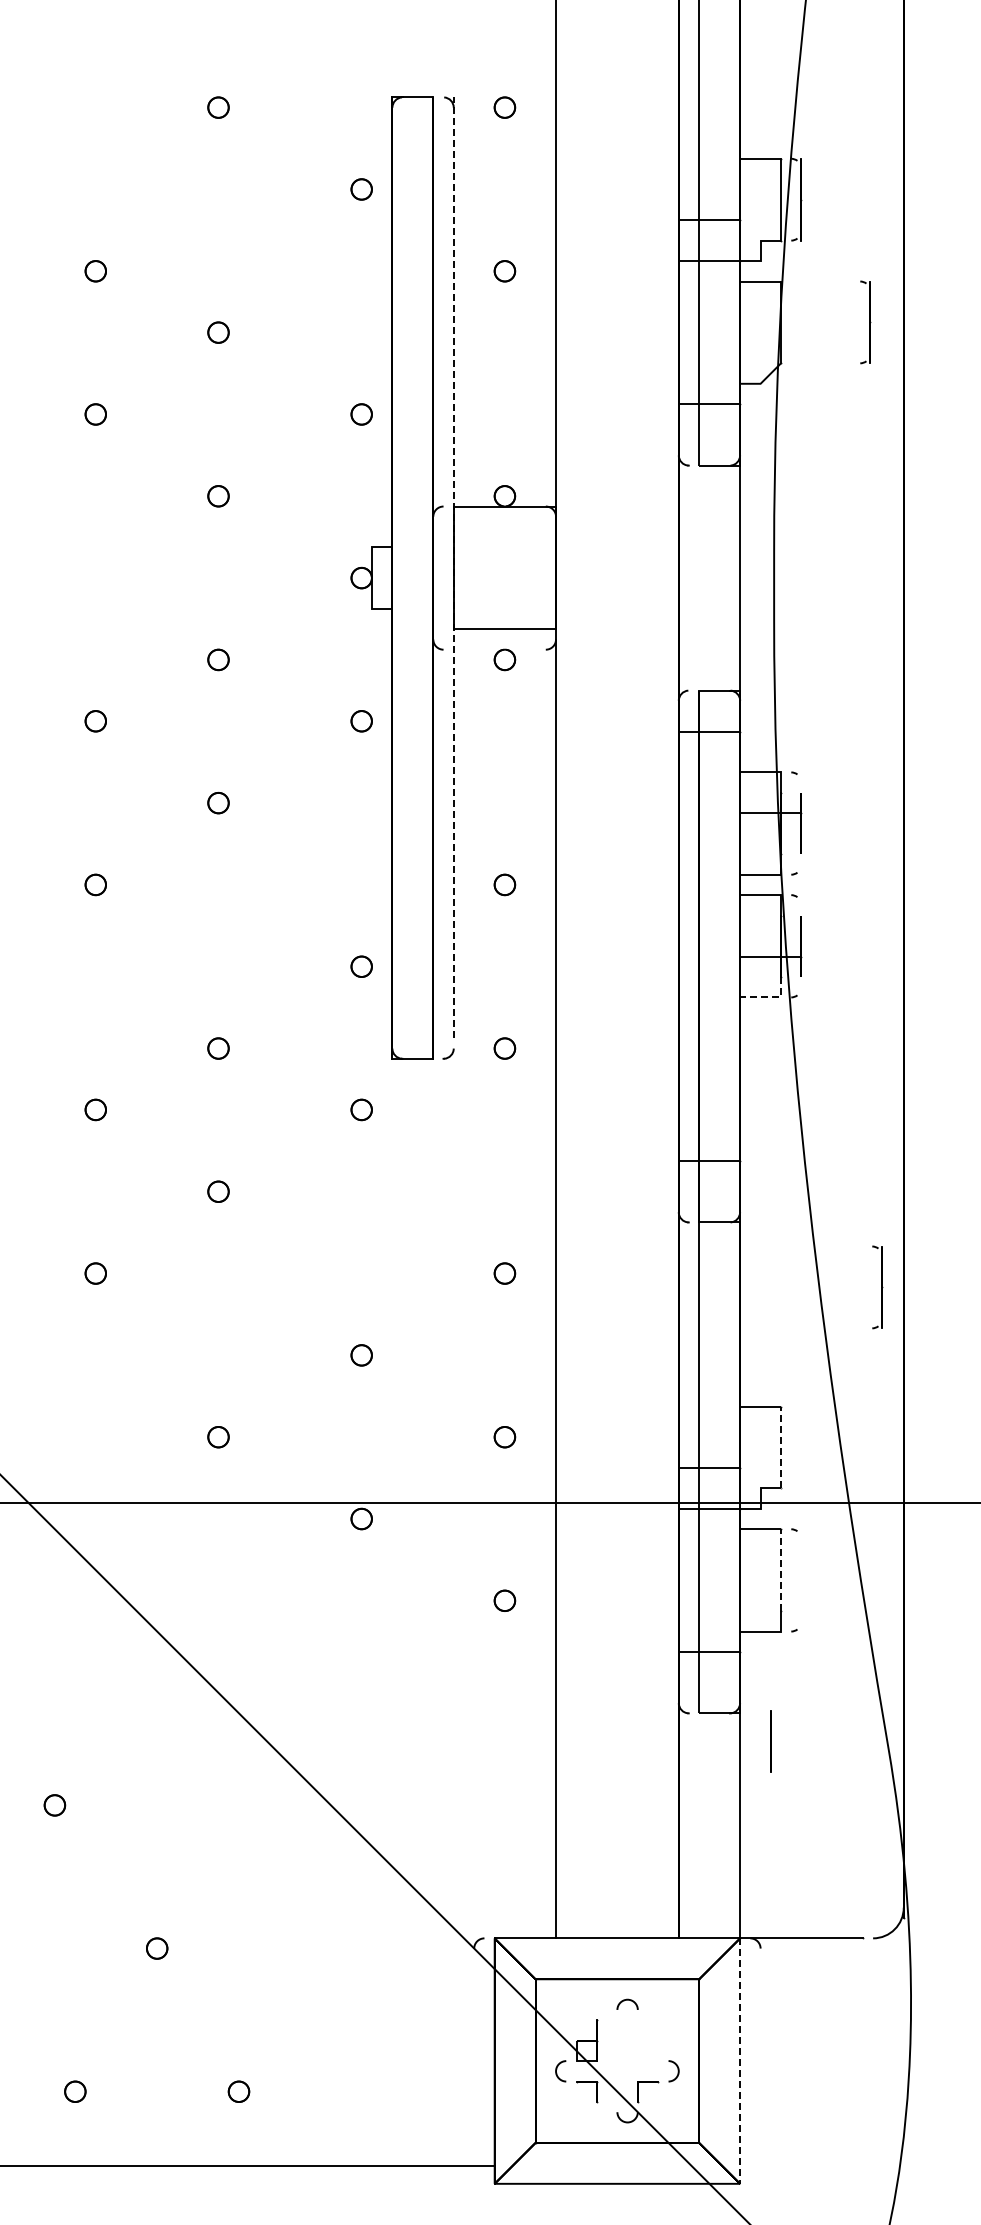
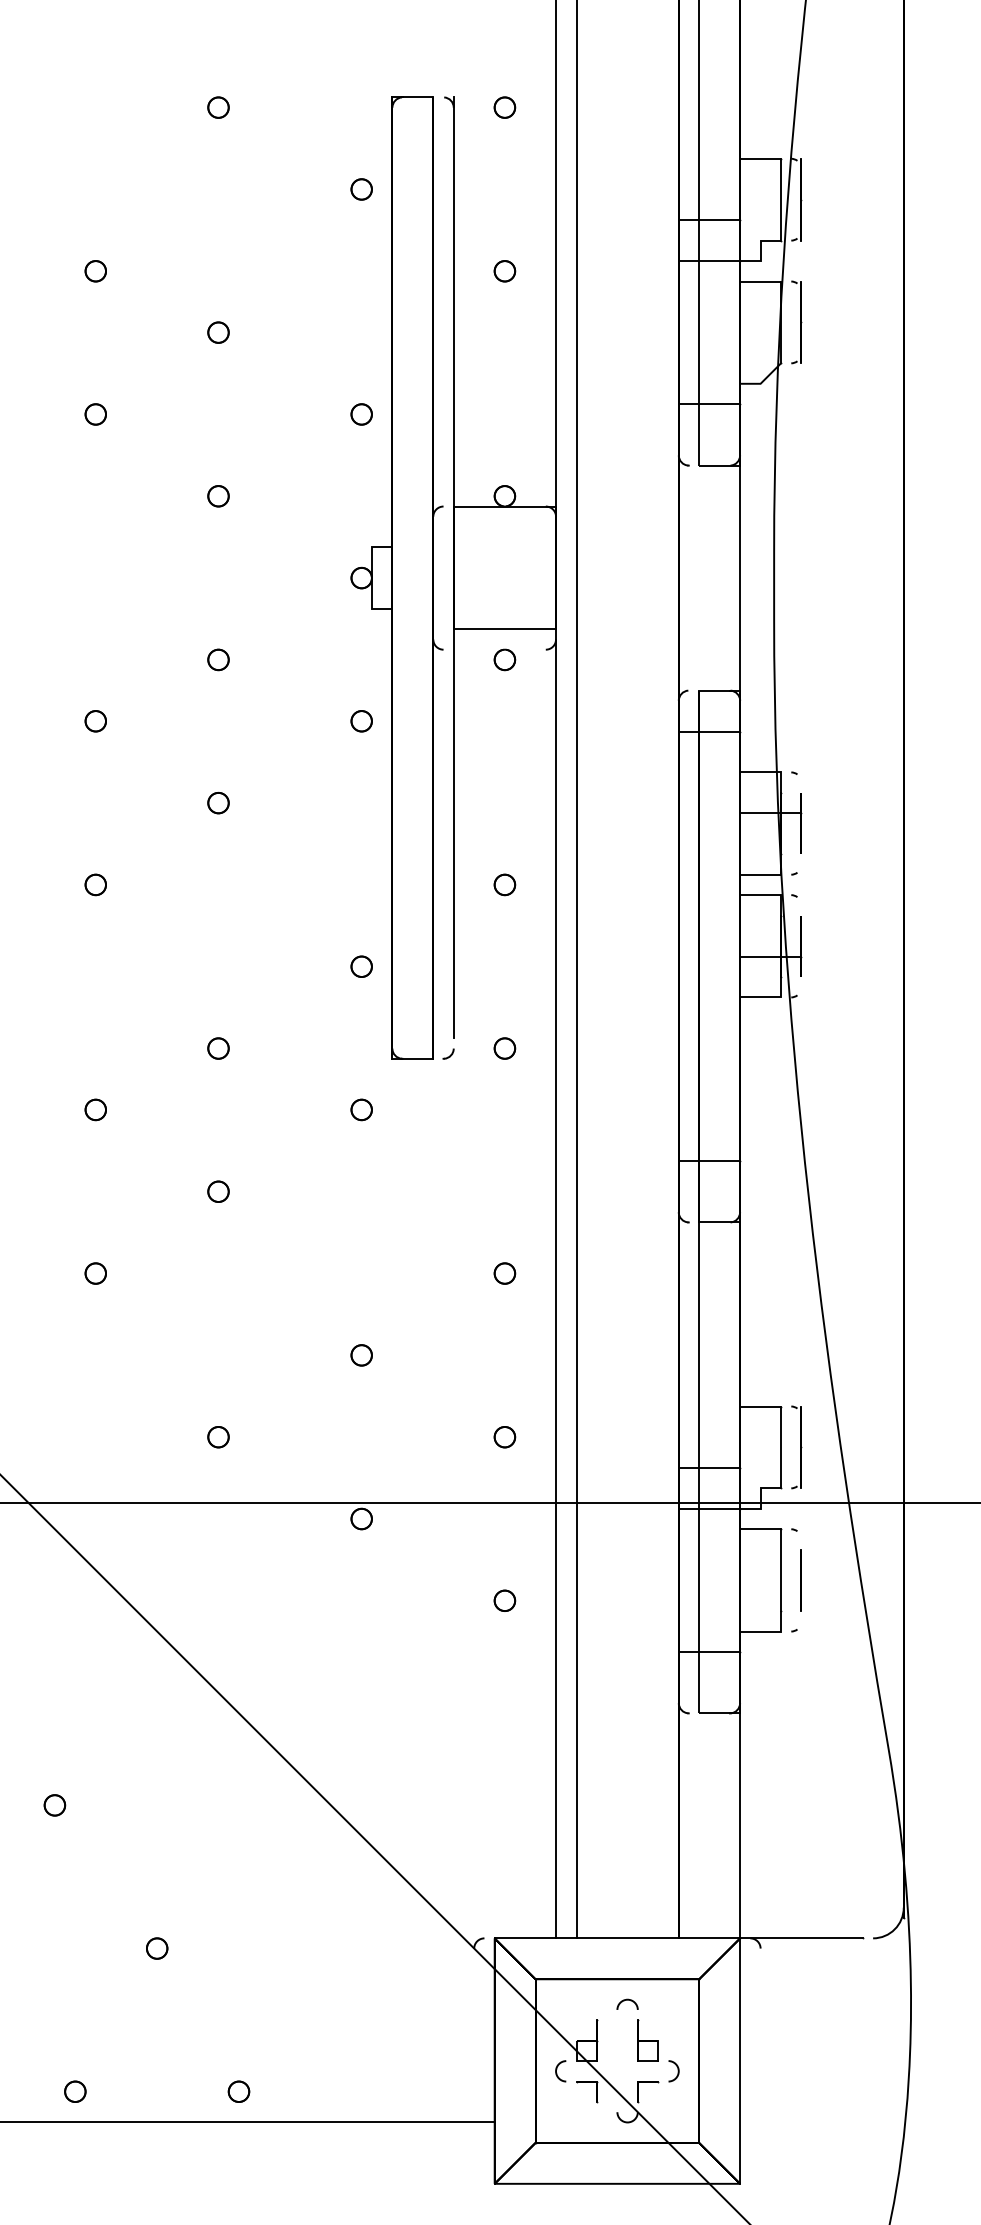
part at (865, 322) position: (865, 322) -> (796, 322)
line at (453, 567): dashed -> solid
line at (576, 970): none -> present
line at (770, 997): dashed -> solid
part at (877, 1287) position: (877, 1287) -> (796, 1447)
line at (781, 1447): dashed -> solid
line at (781, 1570): dashed -> solid
line at (770, 1741) position: (770, 1741) -> (800, 1580)
part at (647, 2040): none -> present
line at (740, 2061): dashed -> solid
line at (248, 2166) position: (248, 2166) -> (248, 2122)
